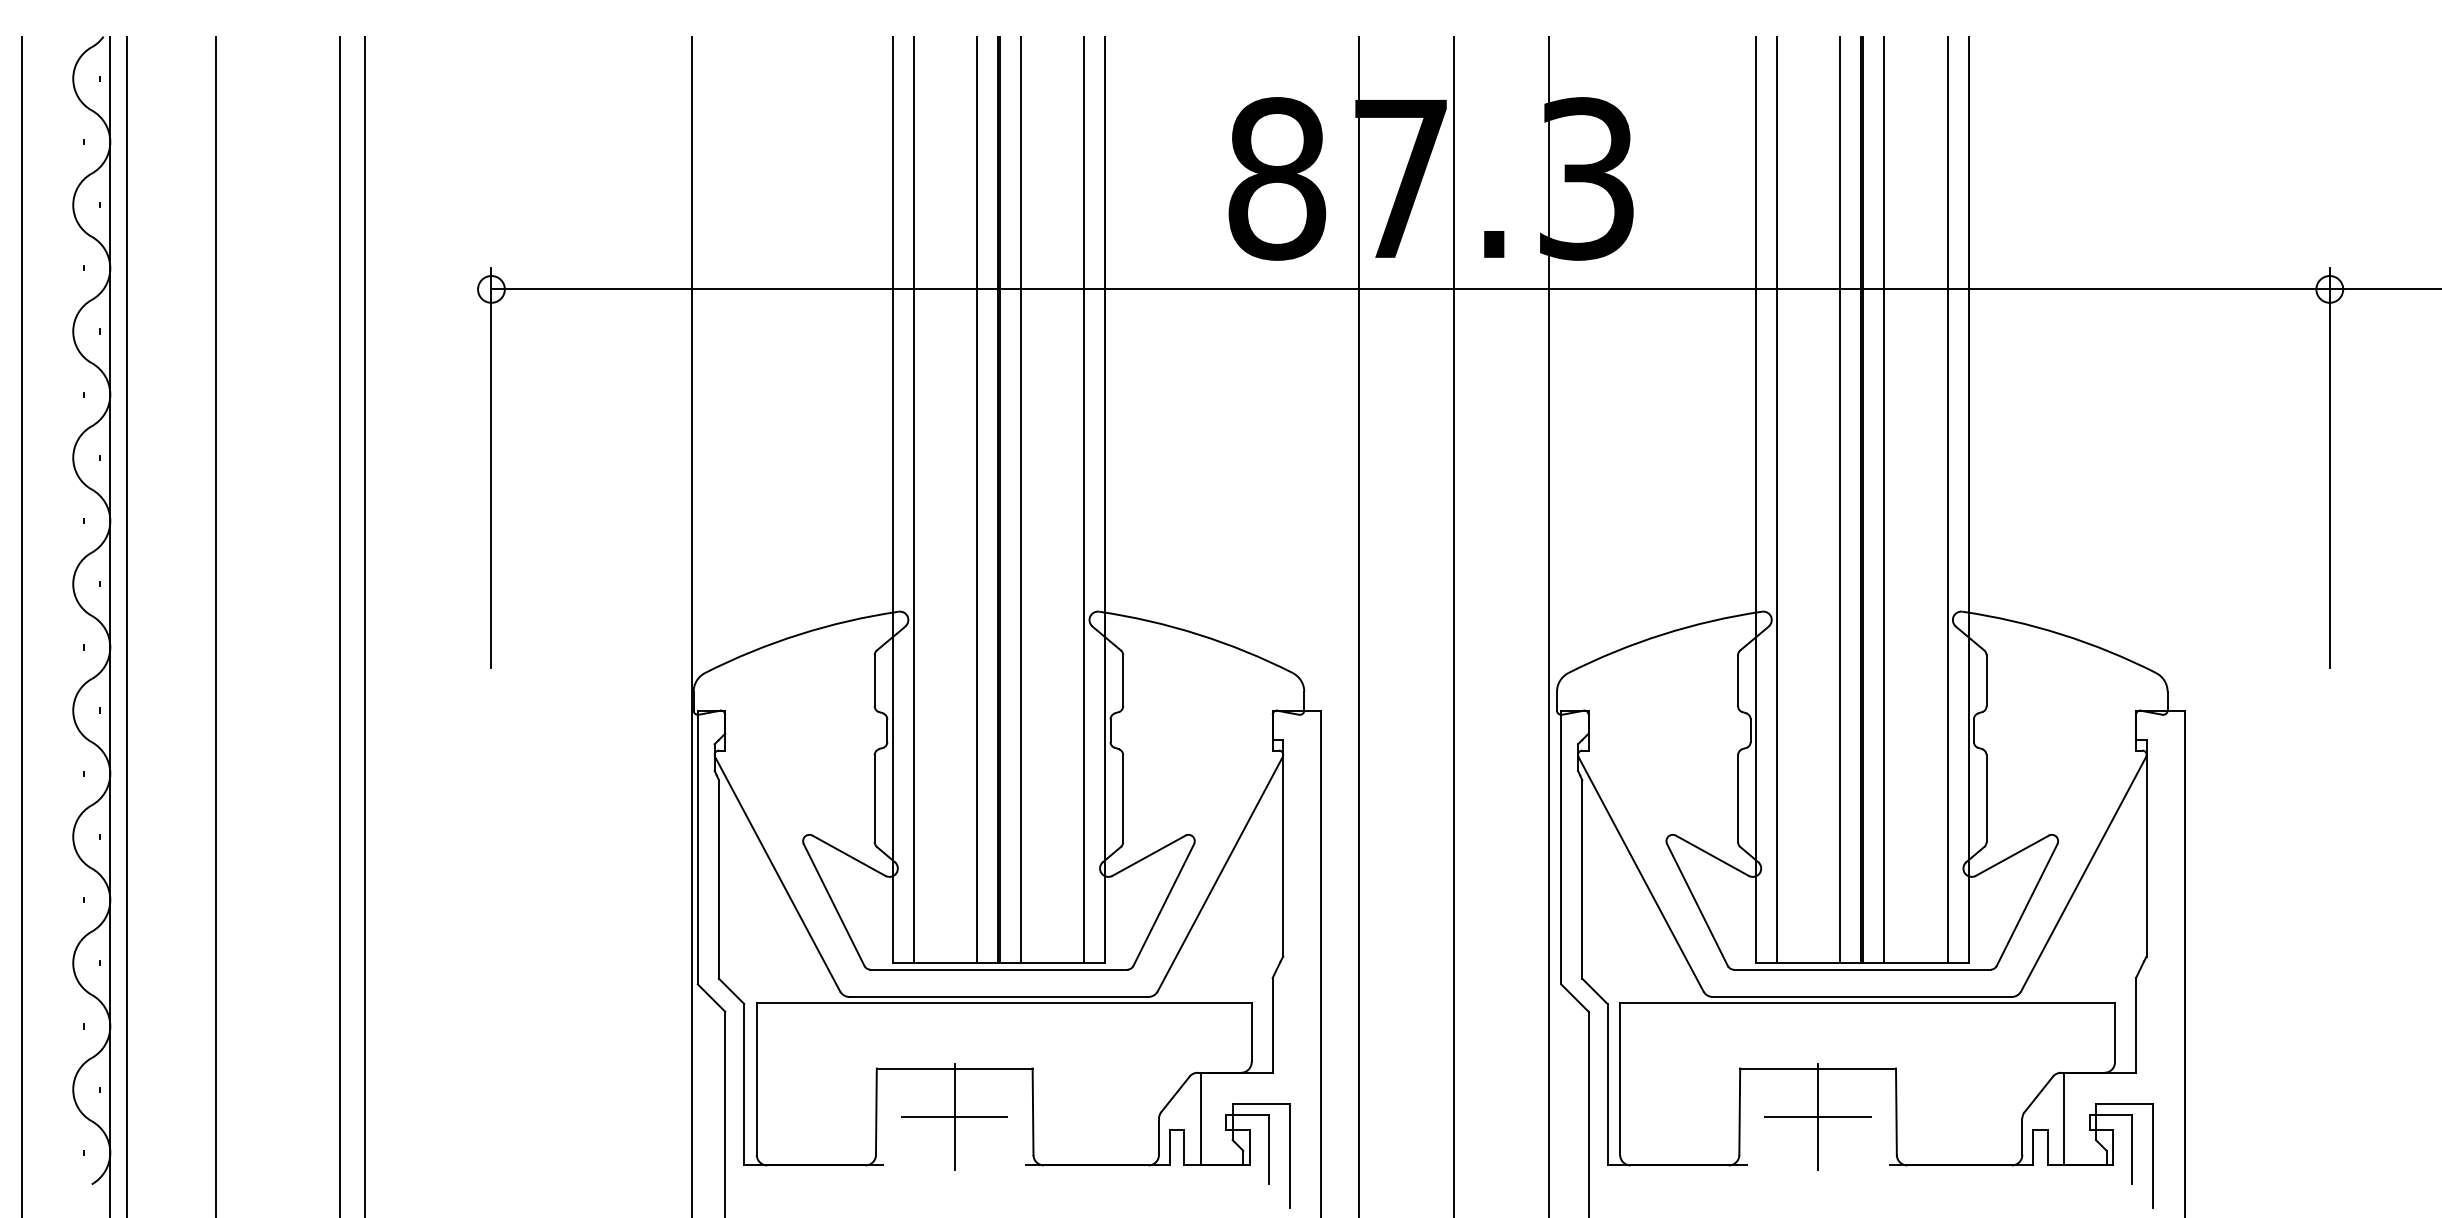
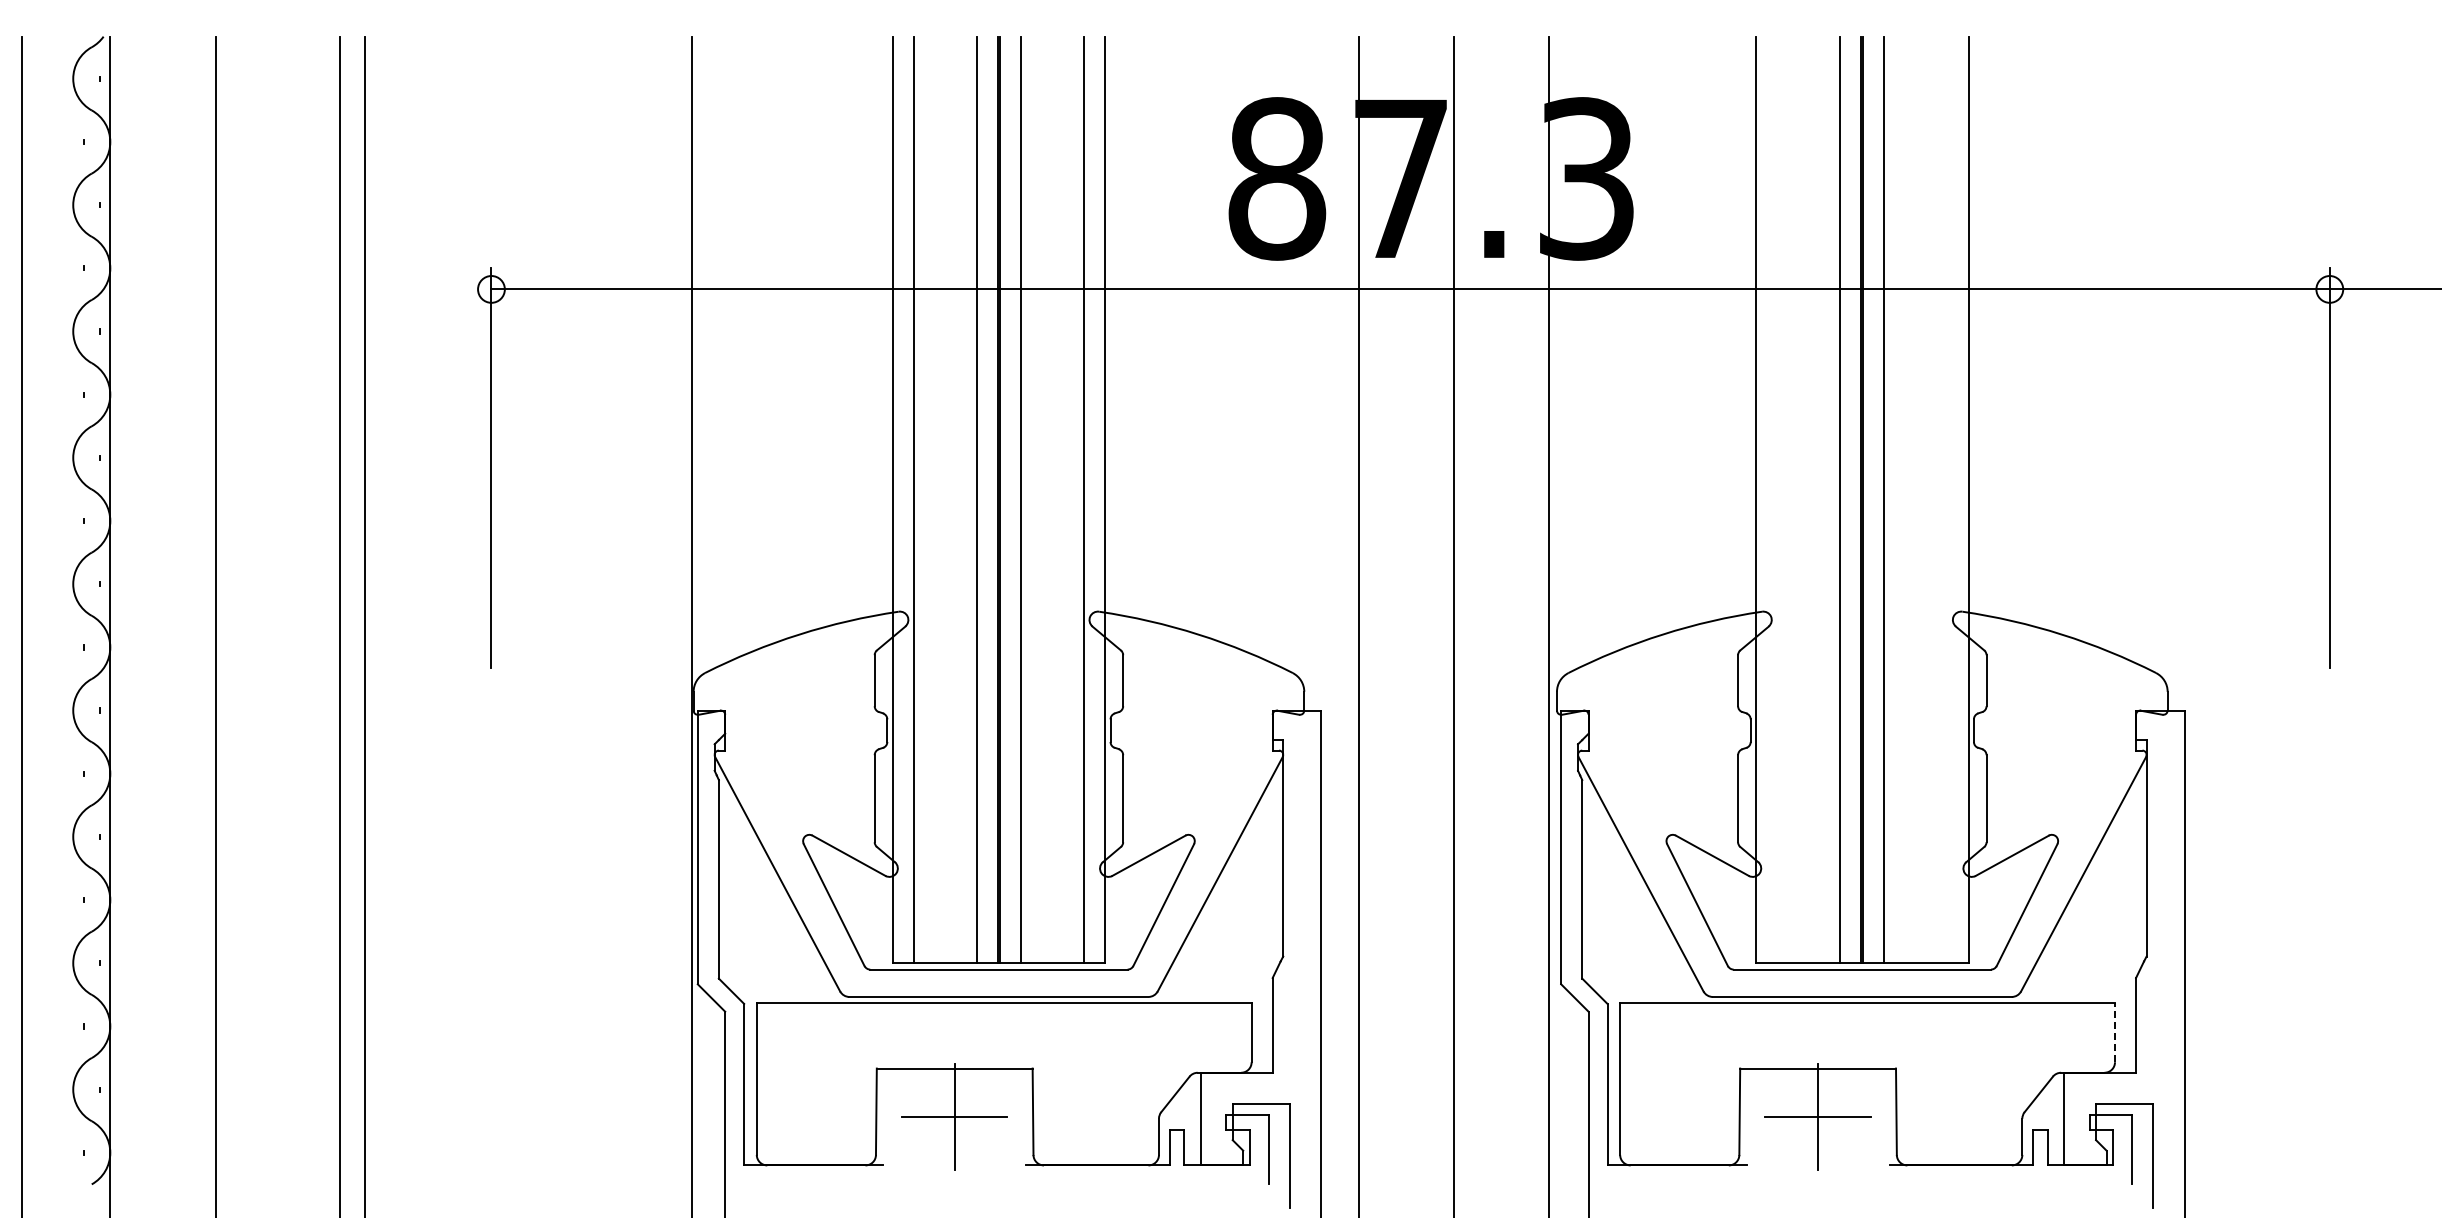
line at (1777, 499): present -> none
line at (1947, 499): present -> none
line at (127, 625): present -> none
line at (2115, 1032): solid -> dashed
